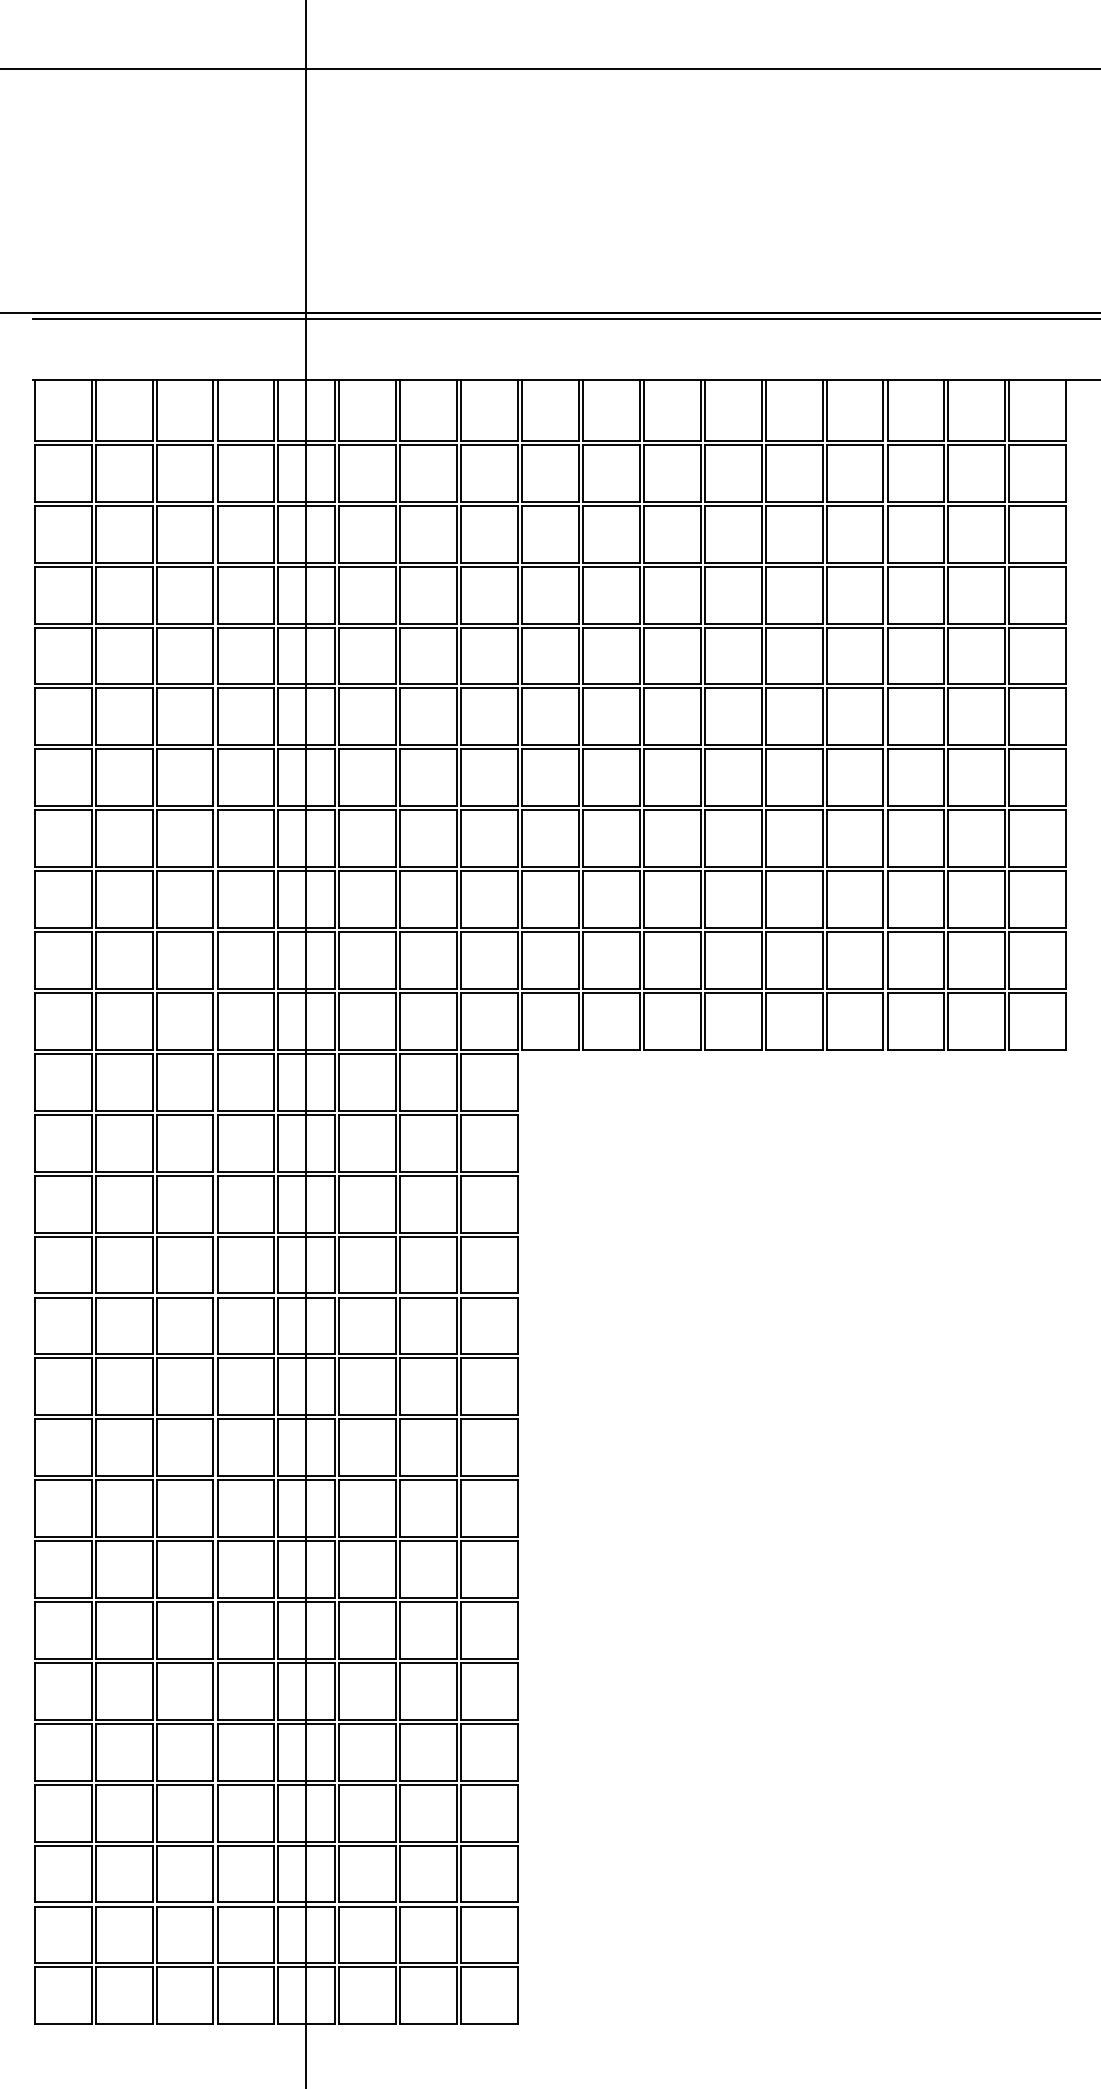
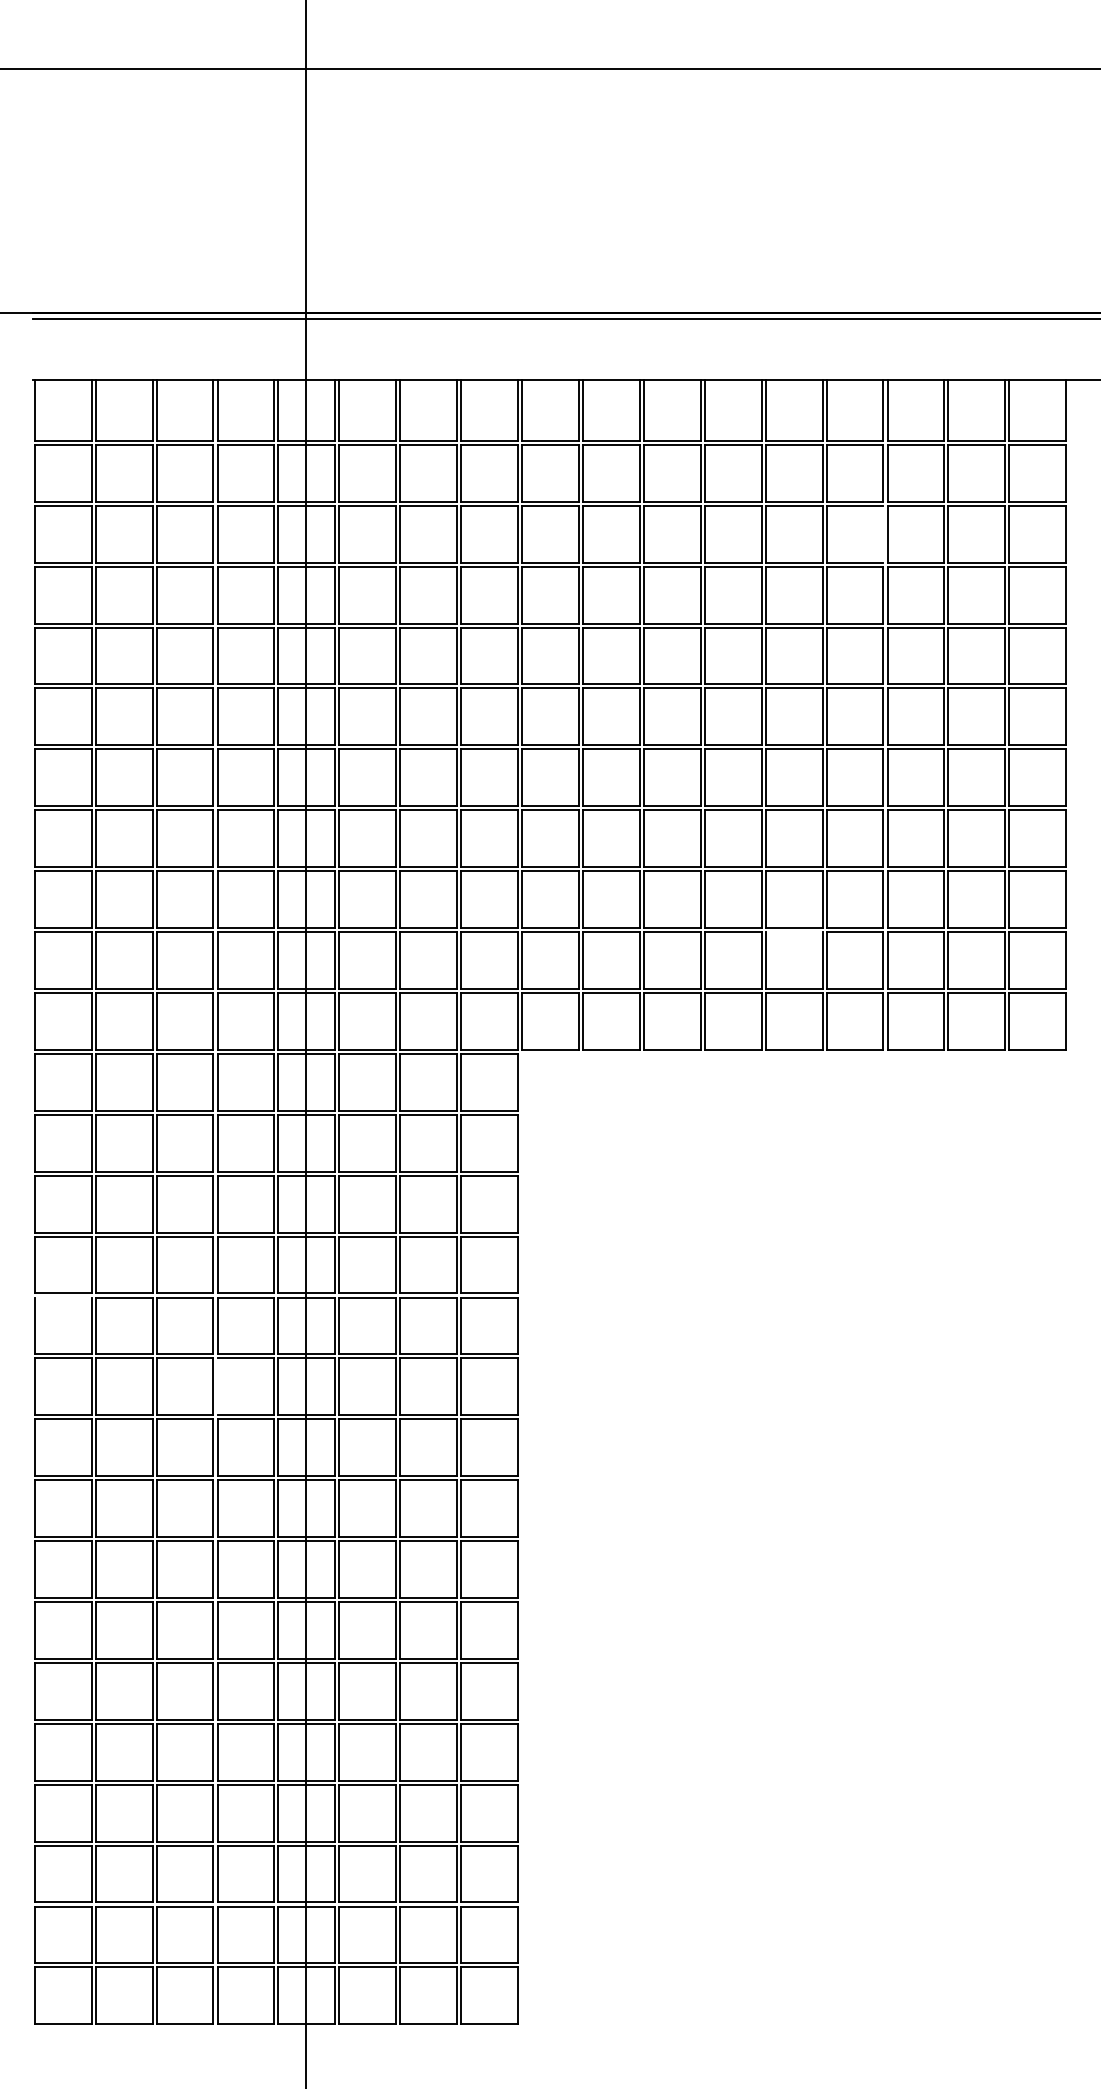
line at (883, 533): present -> none
line at (793, 932): present -> none
line at (62, 1297): present -> none
line at (217, 1386): present -> none
